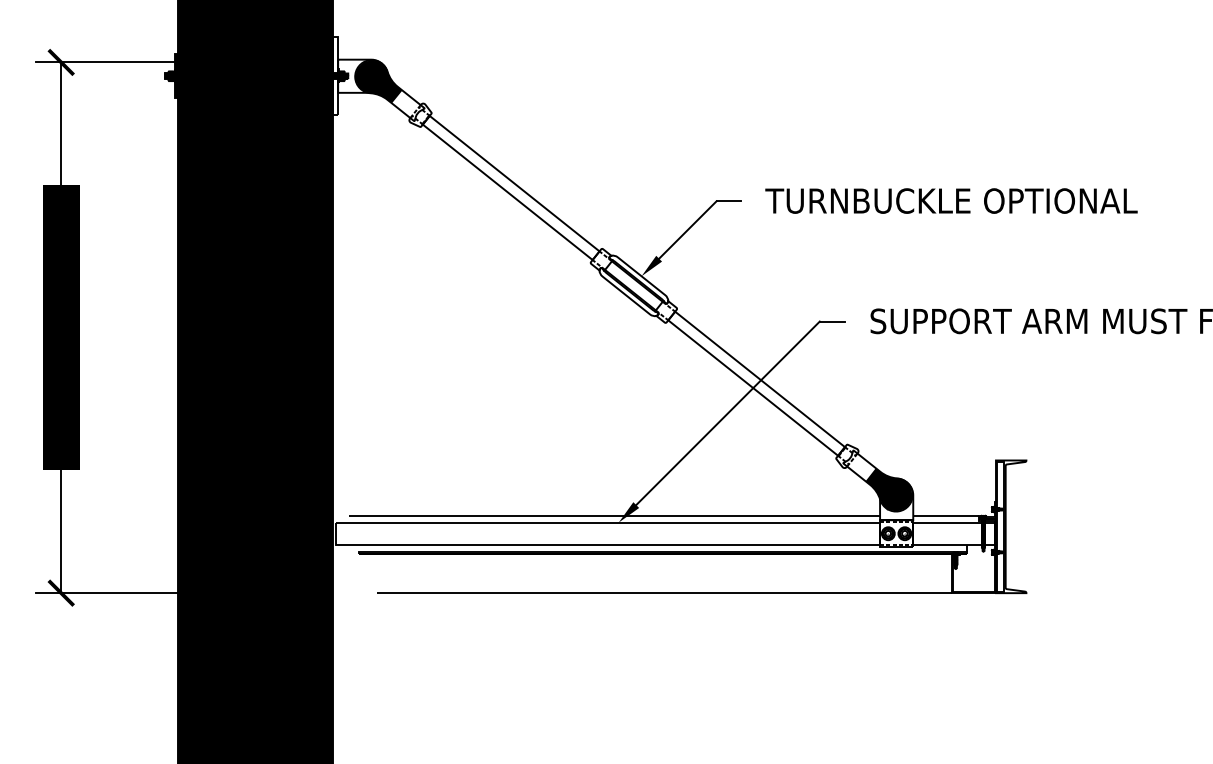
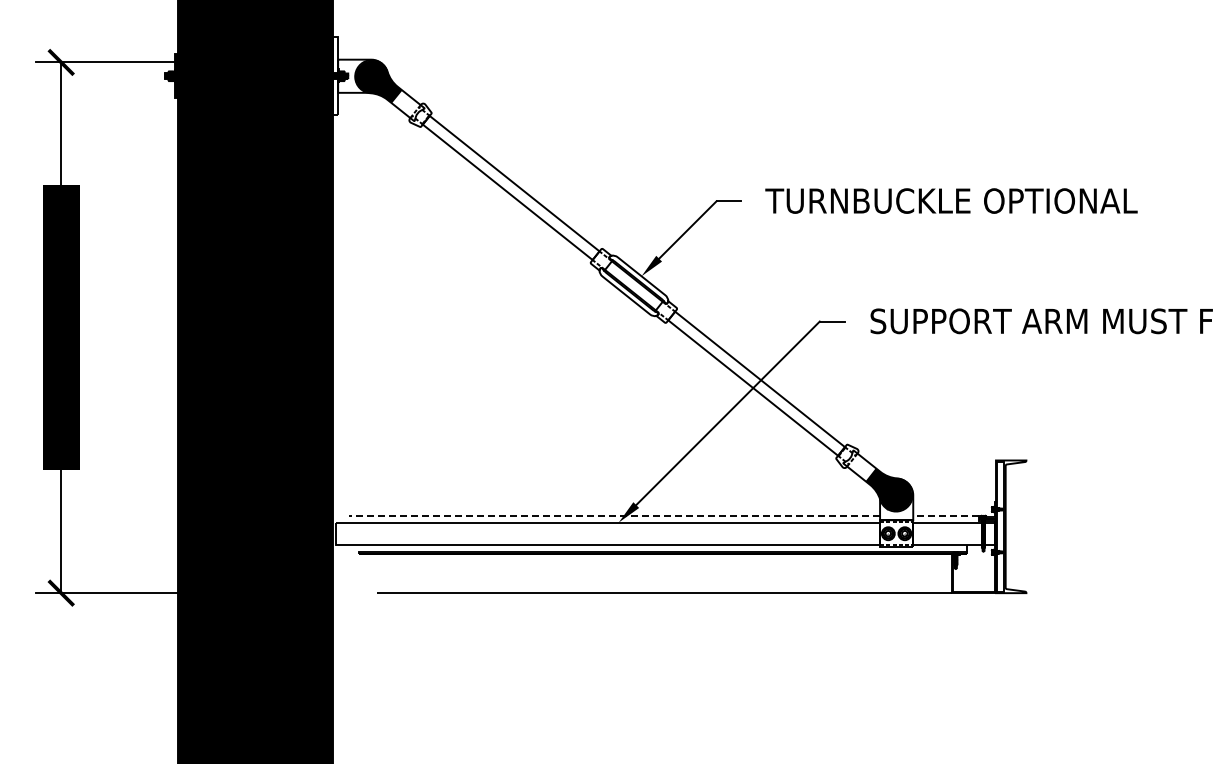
line at (614, 515): solid -> dashed
line at (945, 515): solid -> dashed
